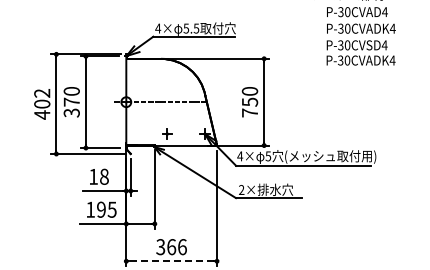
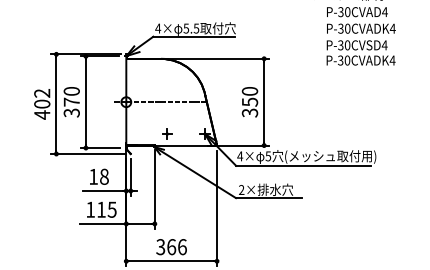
text at (249, 112): 750 -> 350
text at (101, 209): 195 -> 115
line at (171, 261): dashed -> solid
